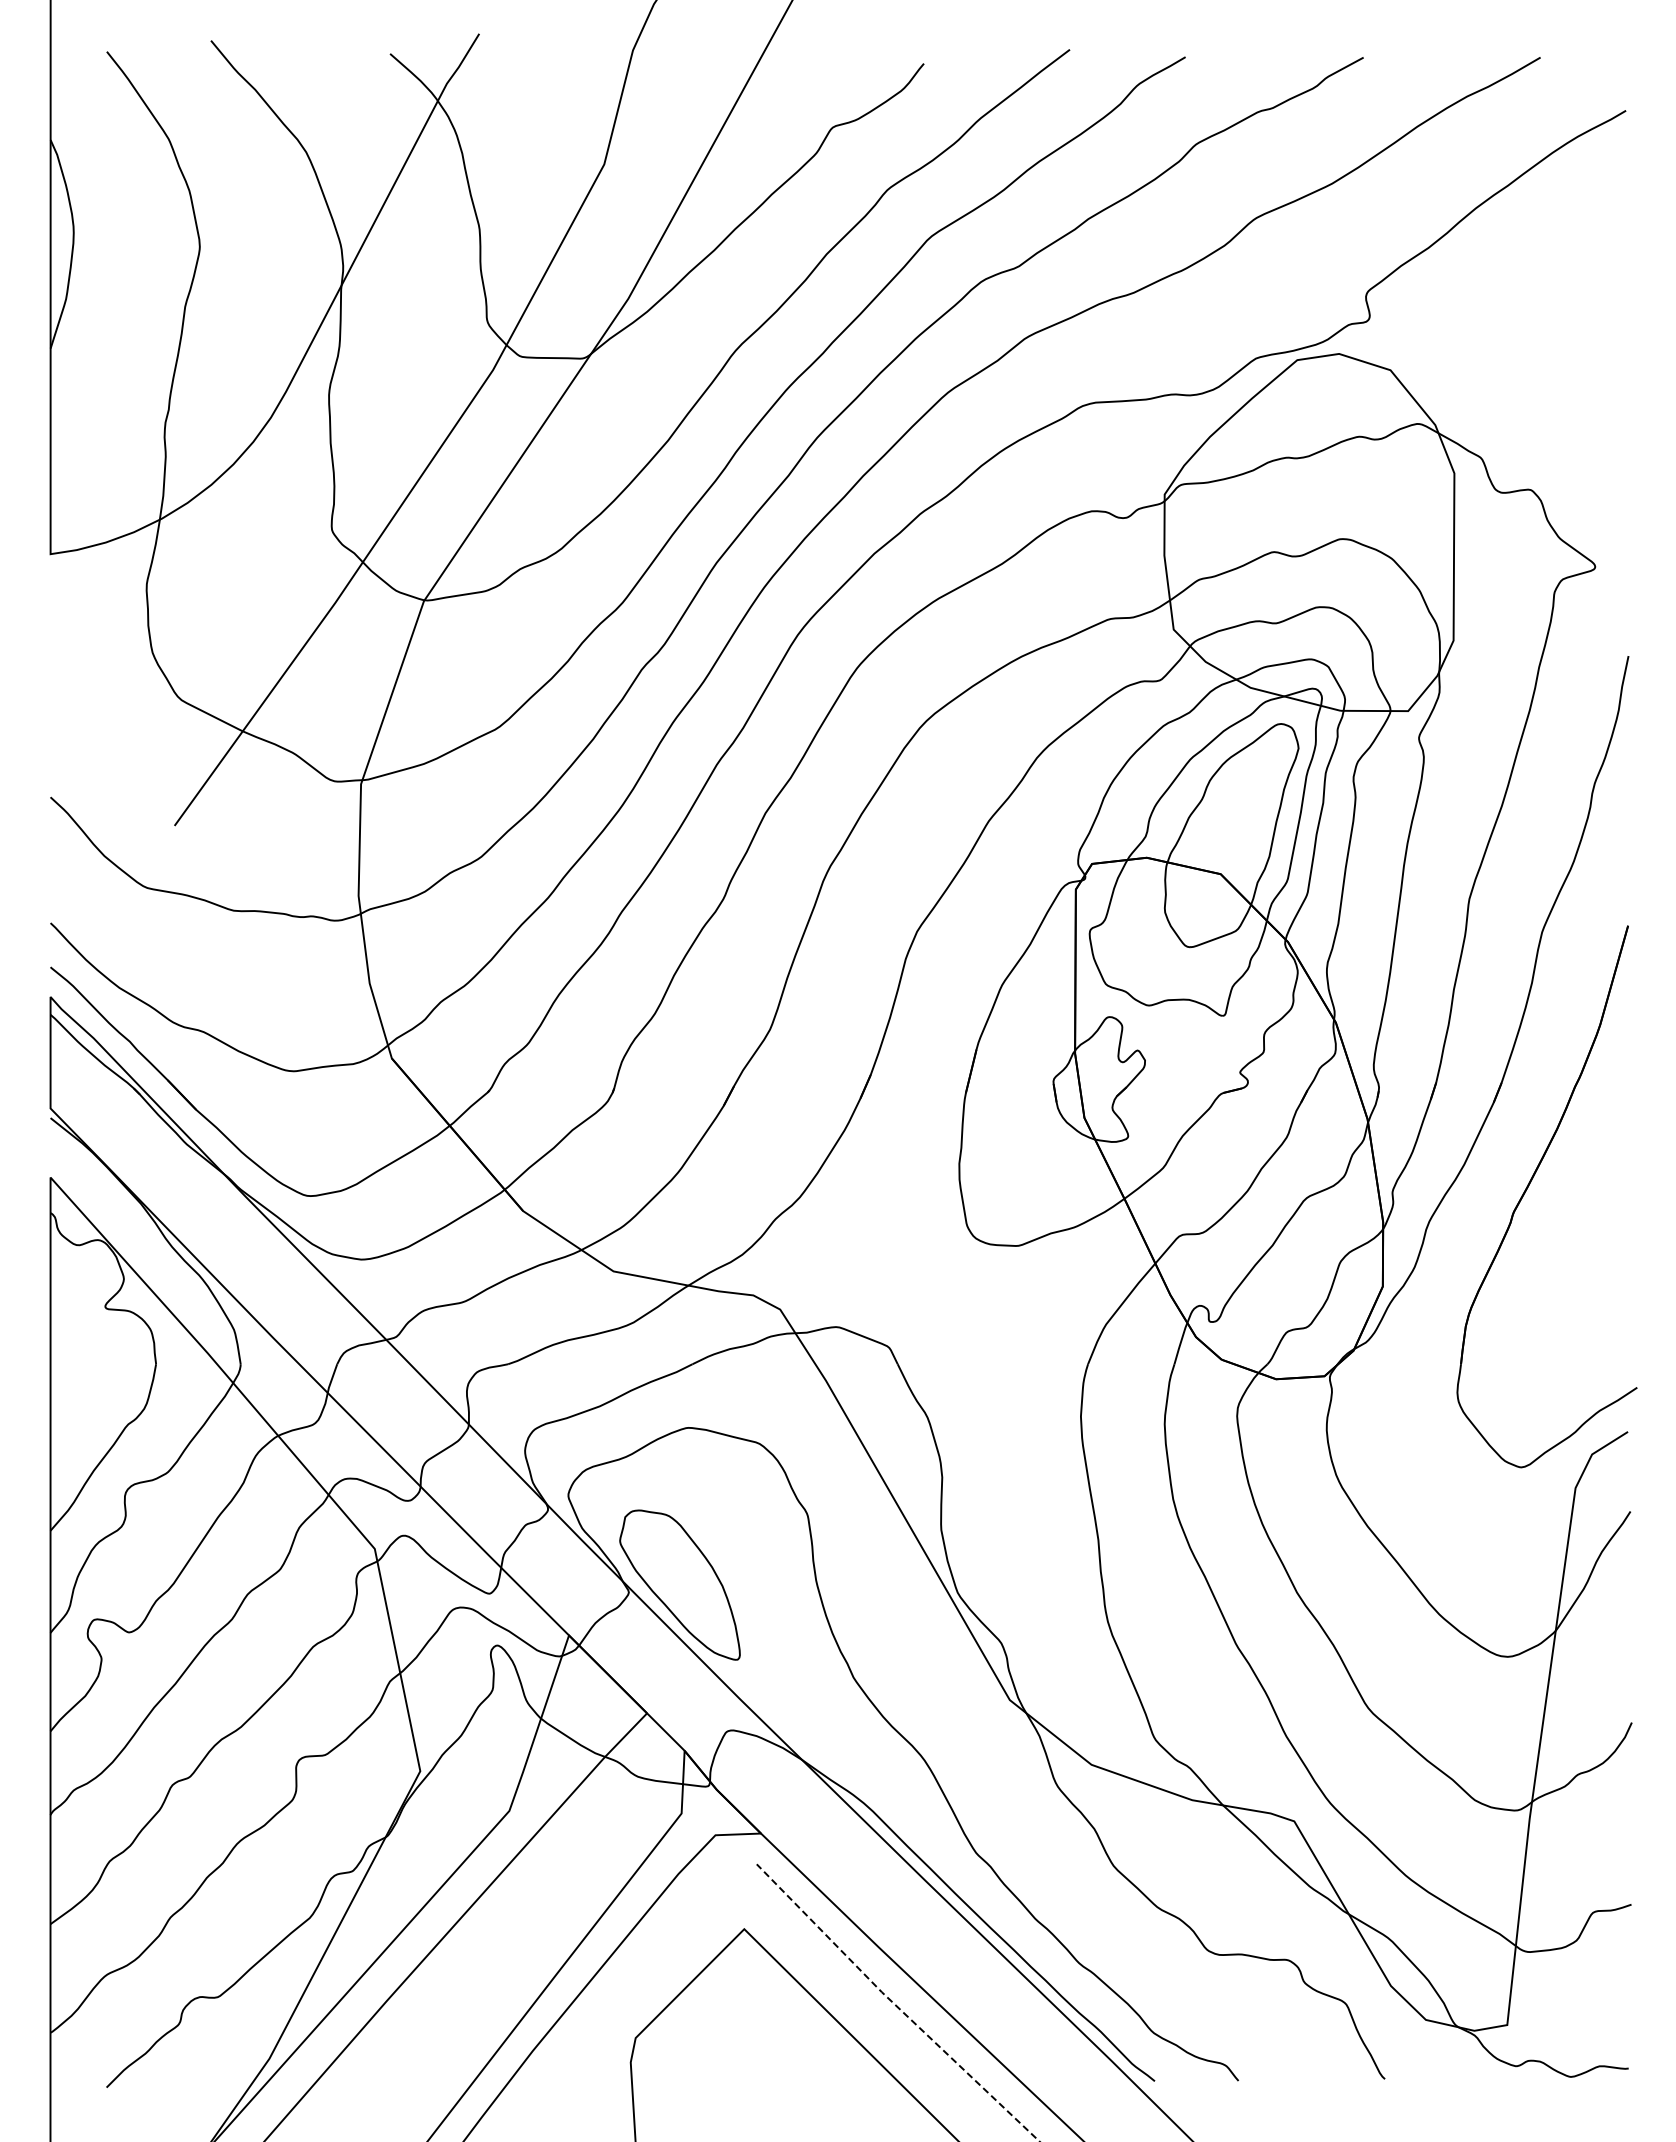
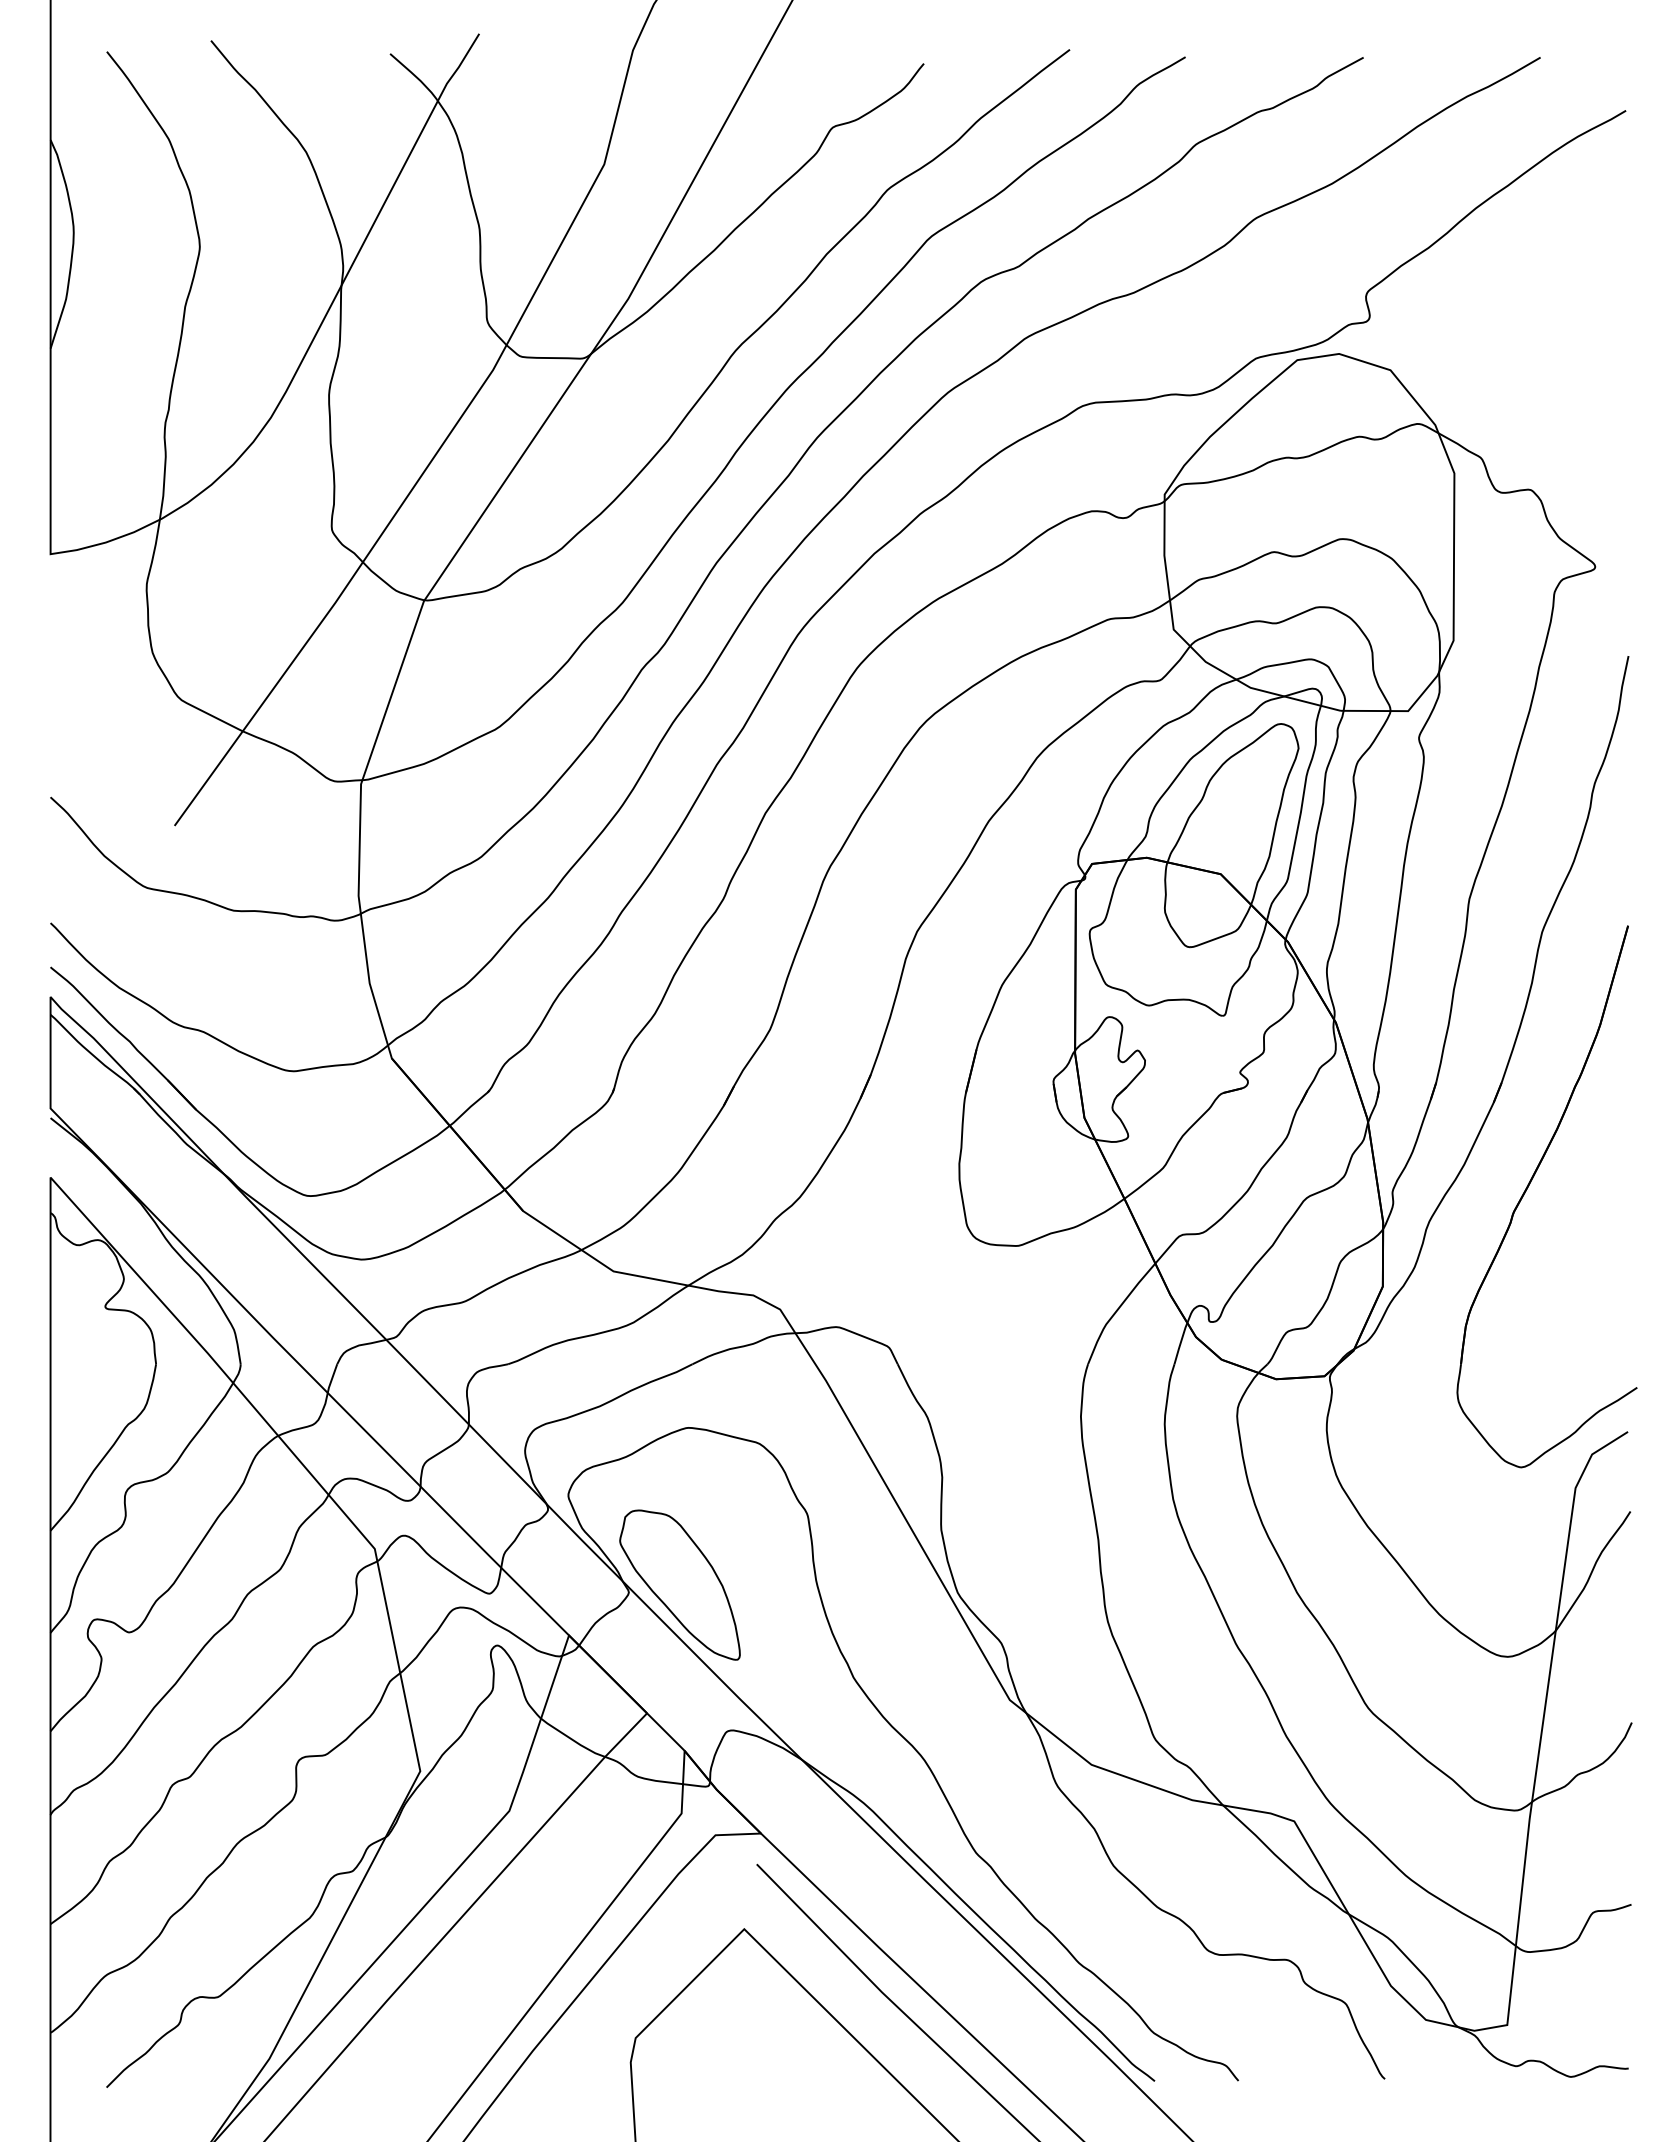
line at (895, 2004): dashed -> solid
